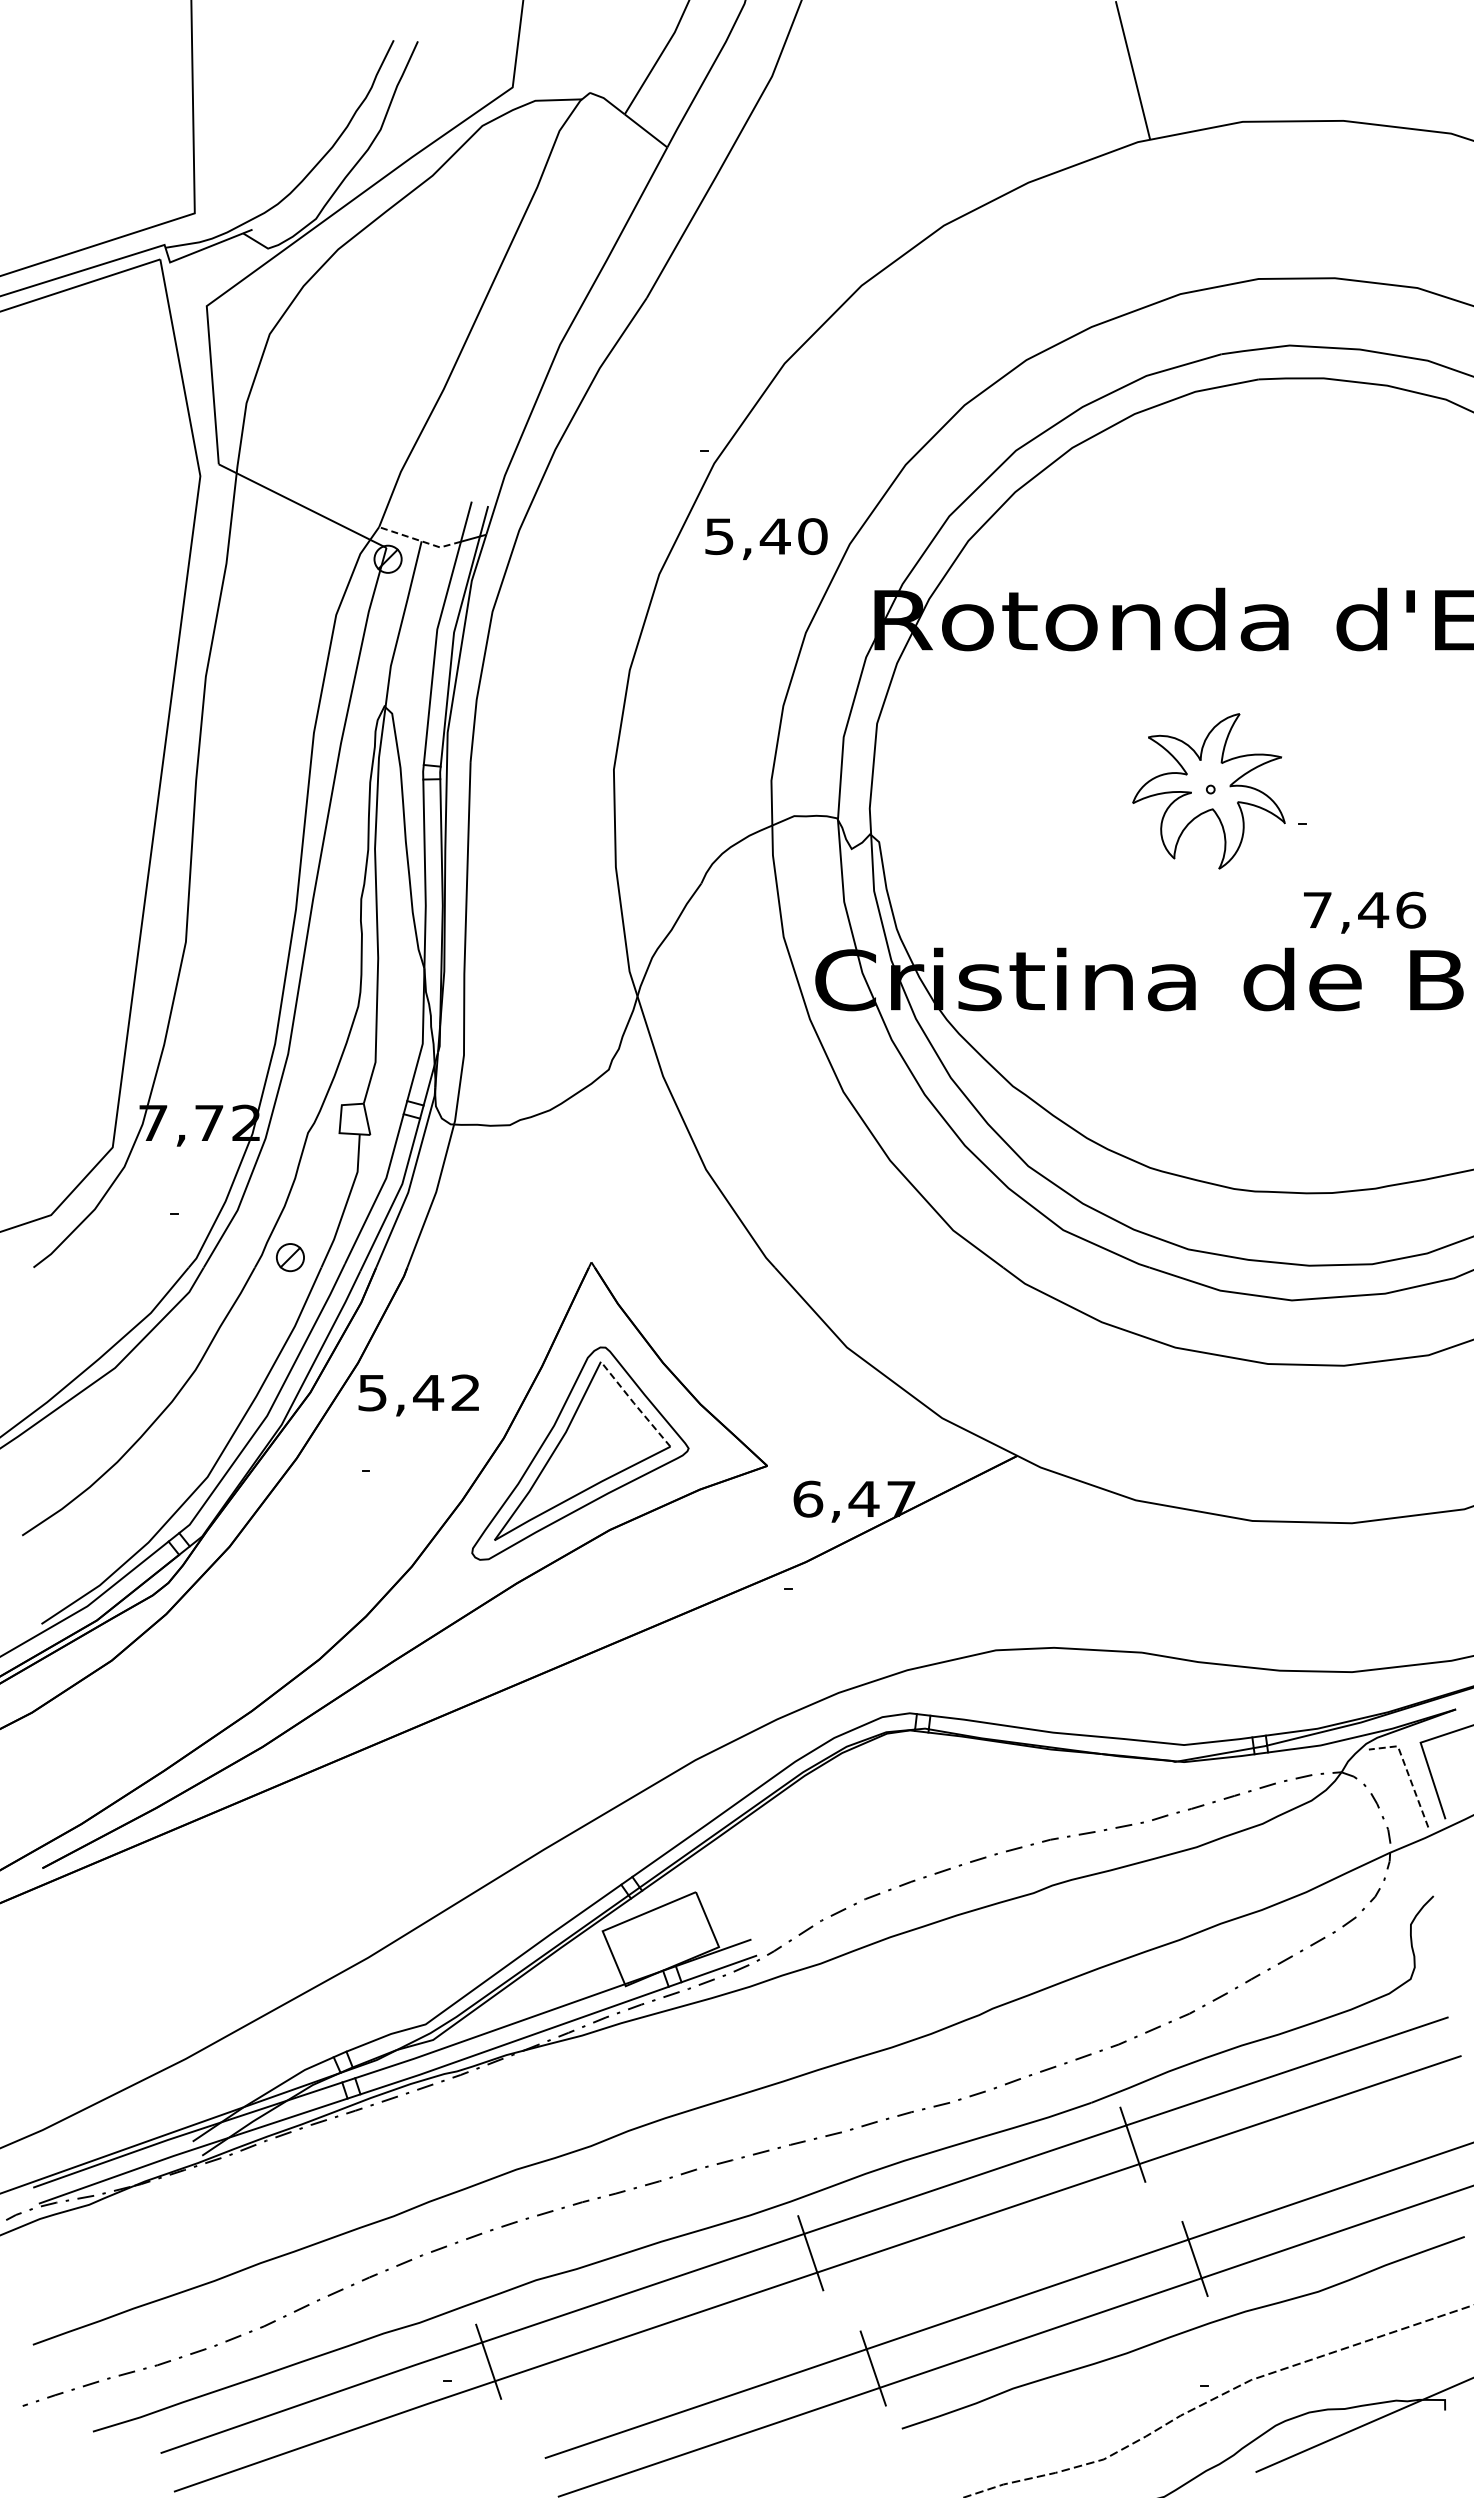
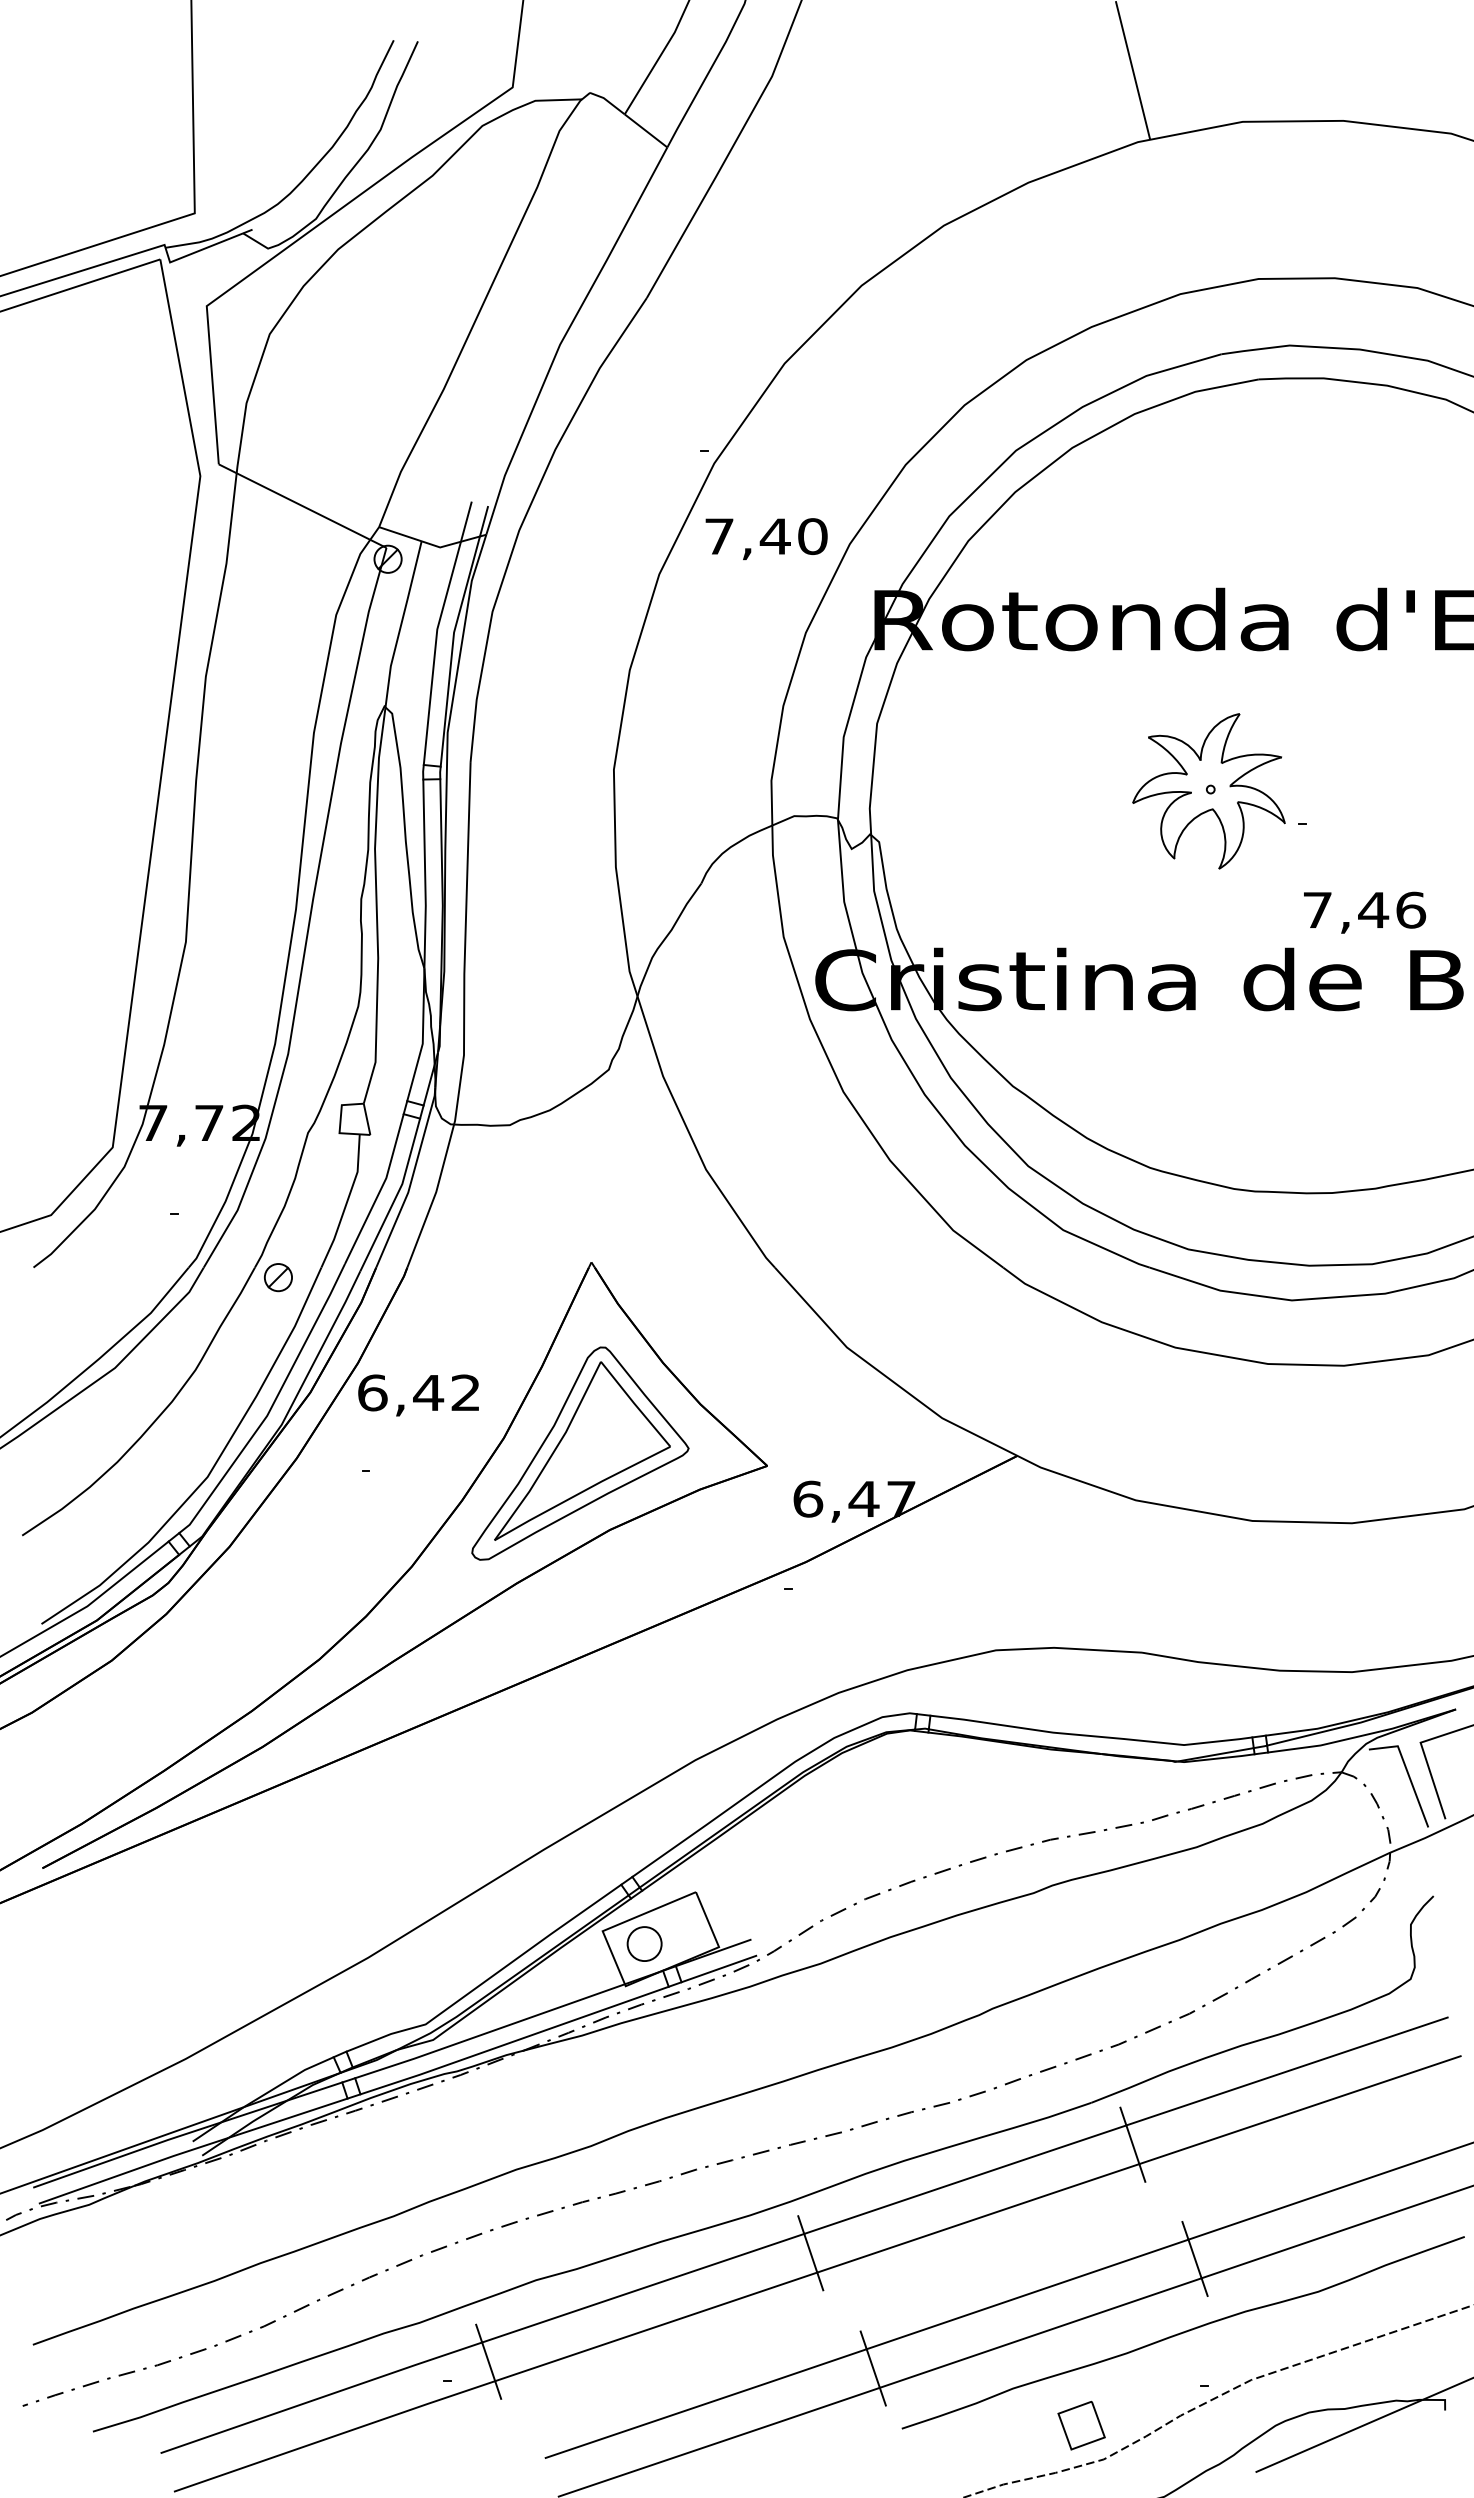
text at (719, 536): 5,40 -> 7,40
line at (420, 540): dashed -> solid
part at (290, 1257) position: (290, 1257) -> (278, 1277)
text at (372, 1392): 5,42 -> 6,42
line at (634, 1404): dashed -> solid
line at (1407, 1772): dashed -> solid
part at (644, 1943): none -> present
part at (1081, 2425): none -> present
